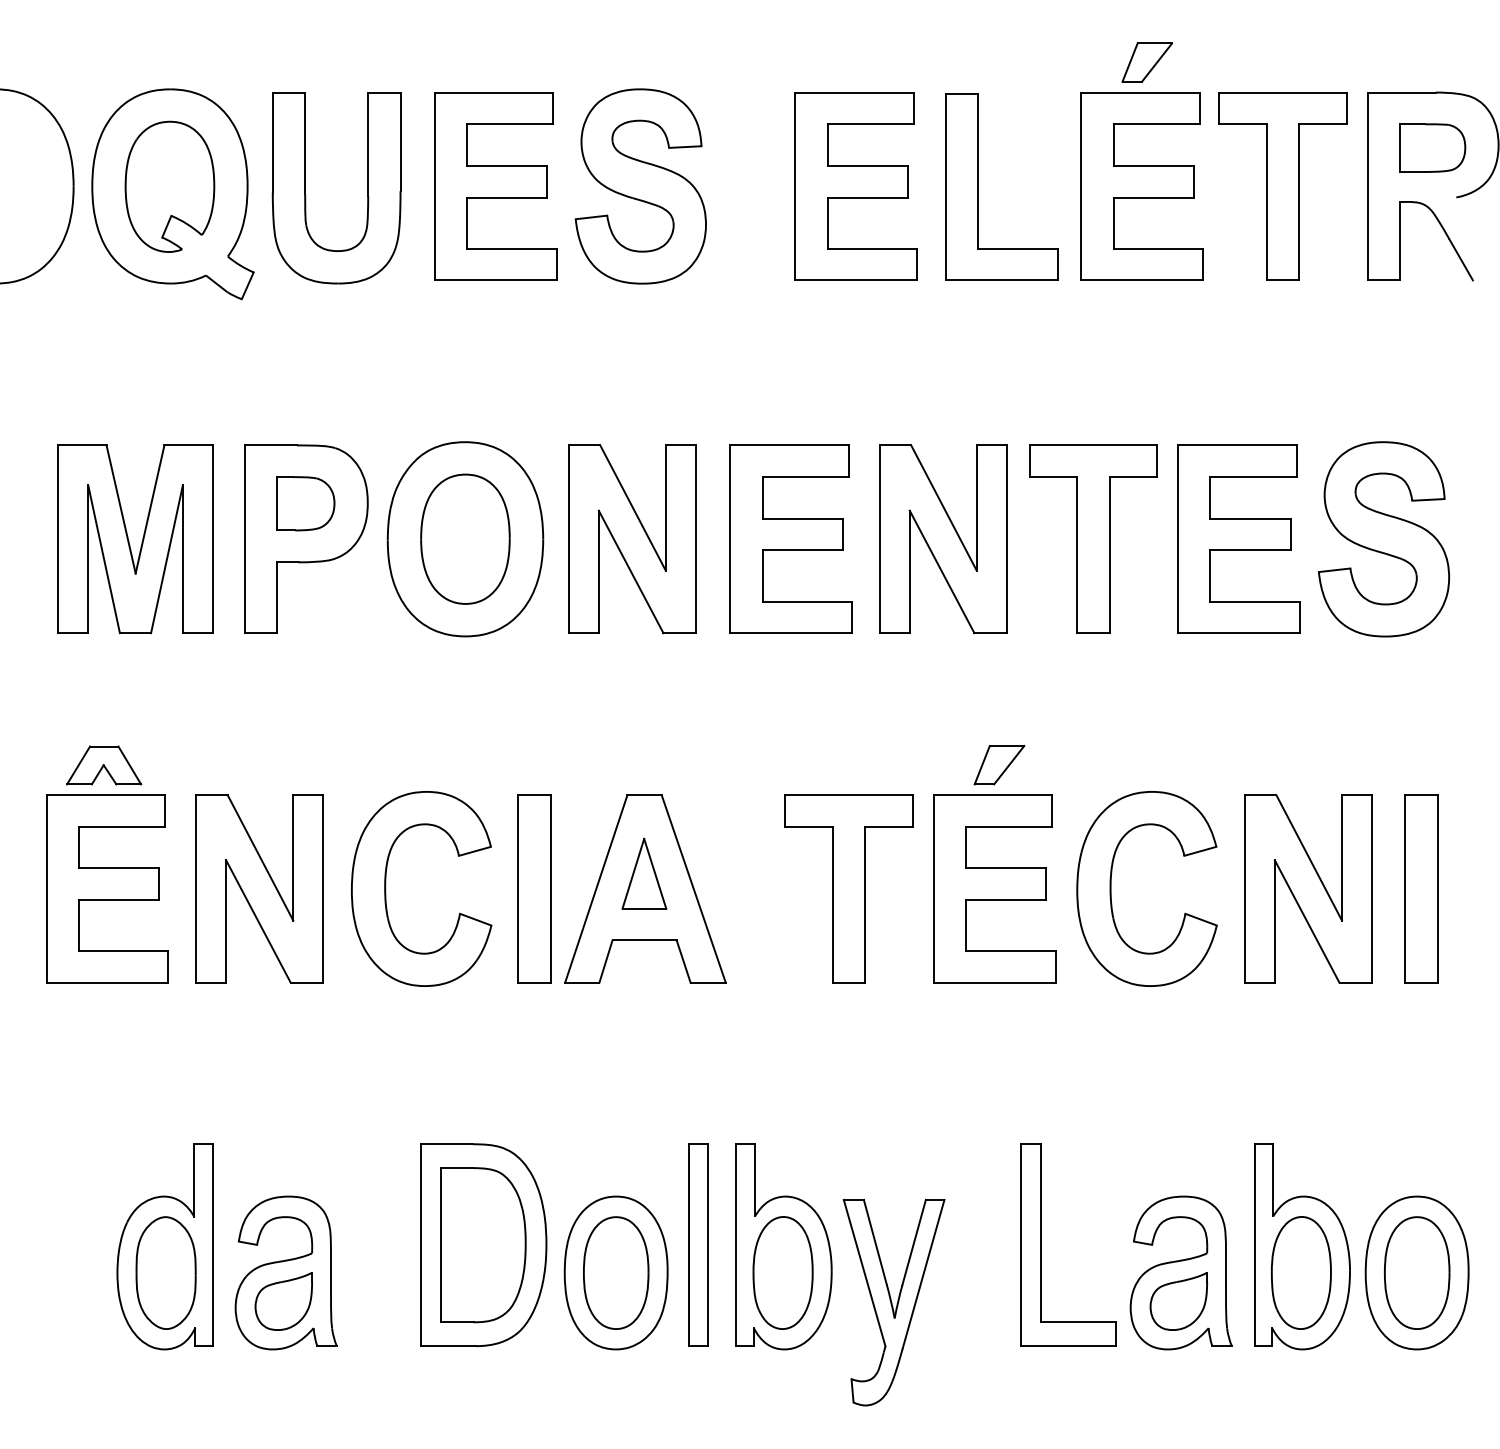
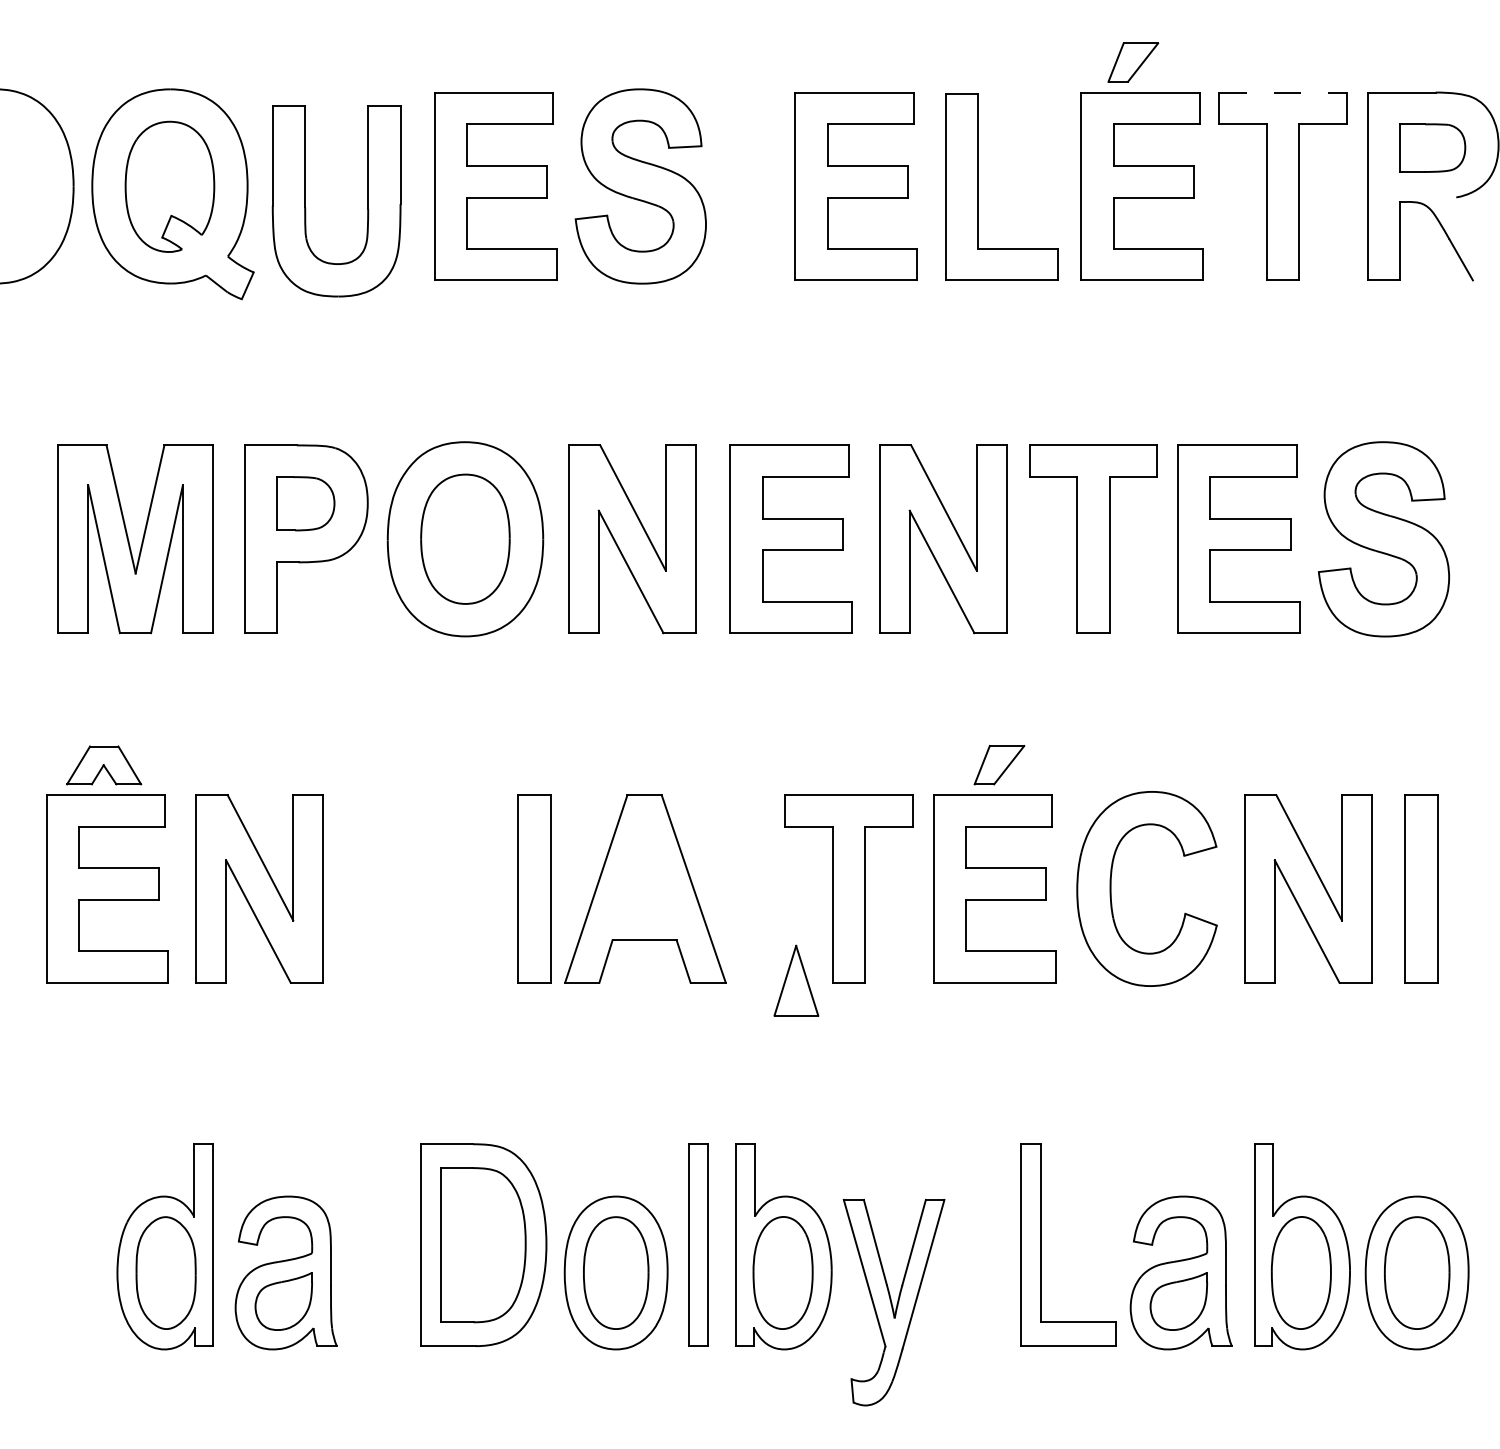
part at (1147, 62) position: (1147, 62) -> (1133, 62)
line at (1282, 92): solid -> dashed
part at (306, 195) position: (306, 195) -> (306, 208)
part at (644, 873) position: (644, 873) -> (796, 980)
part at (386, 886): present -> none
